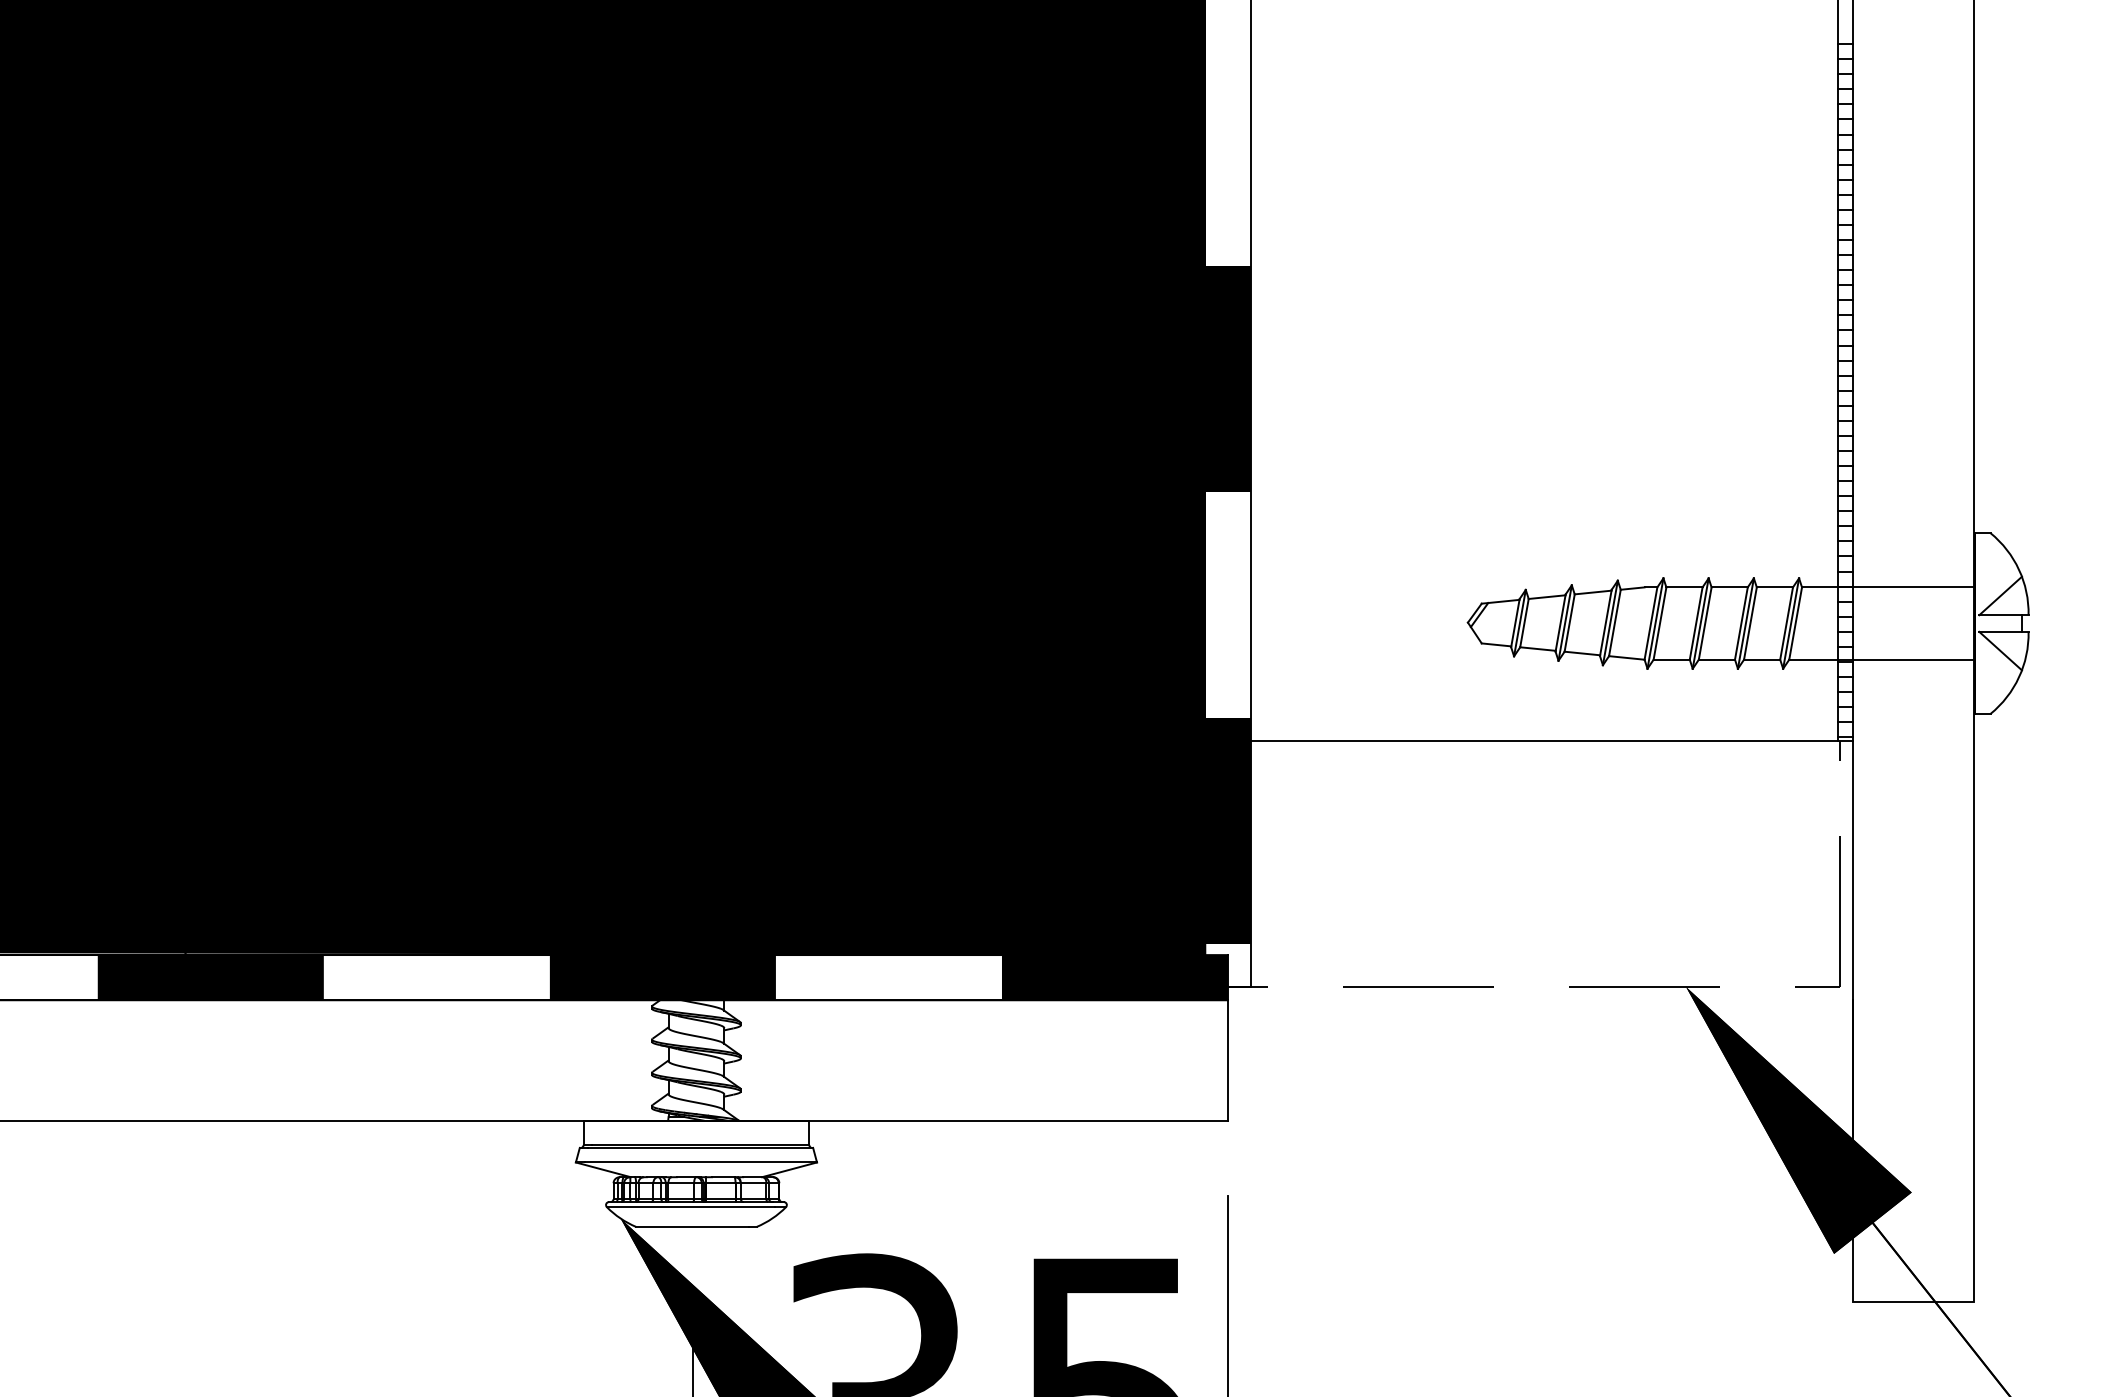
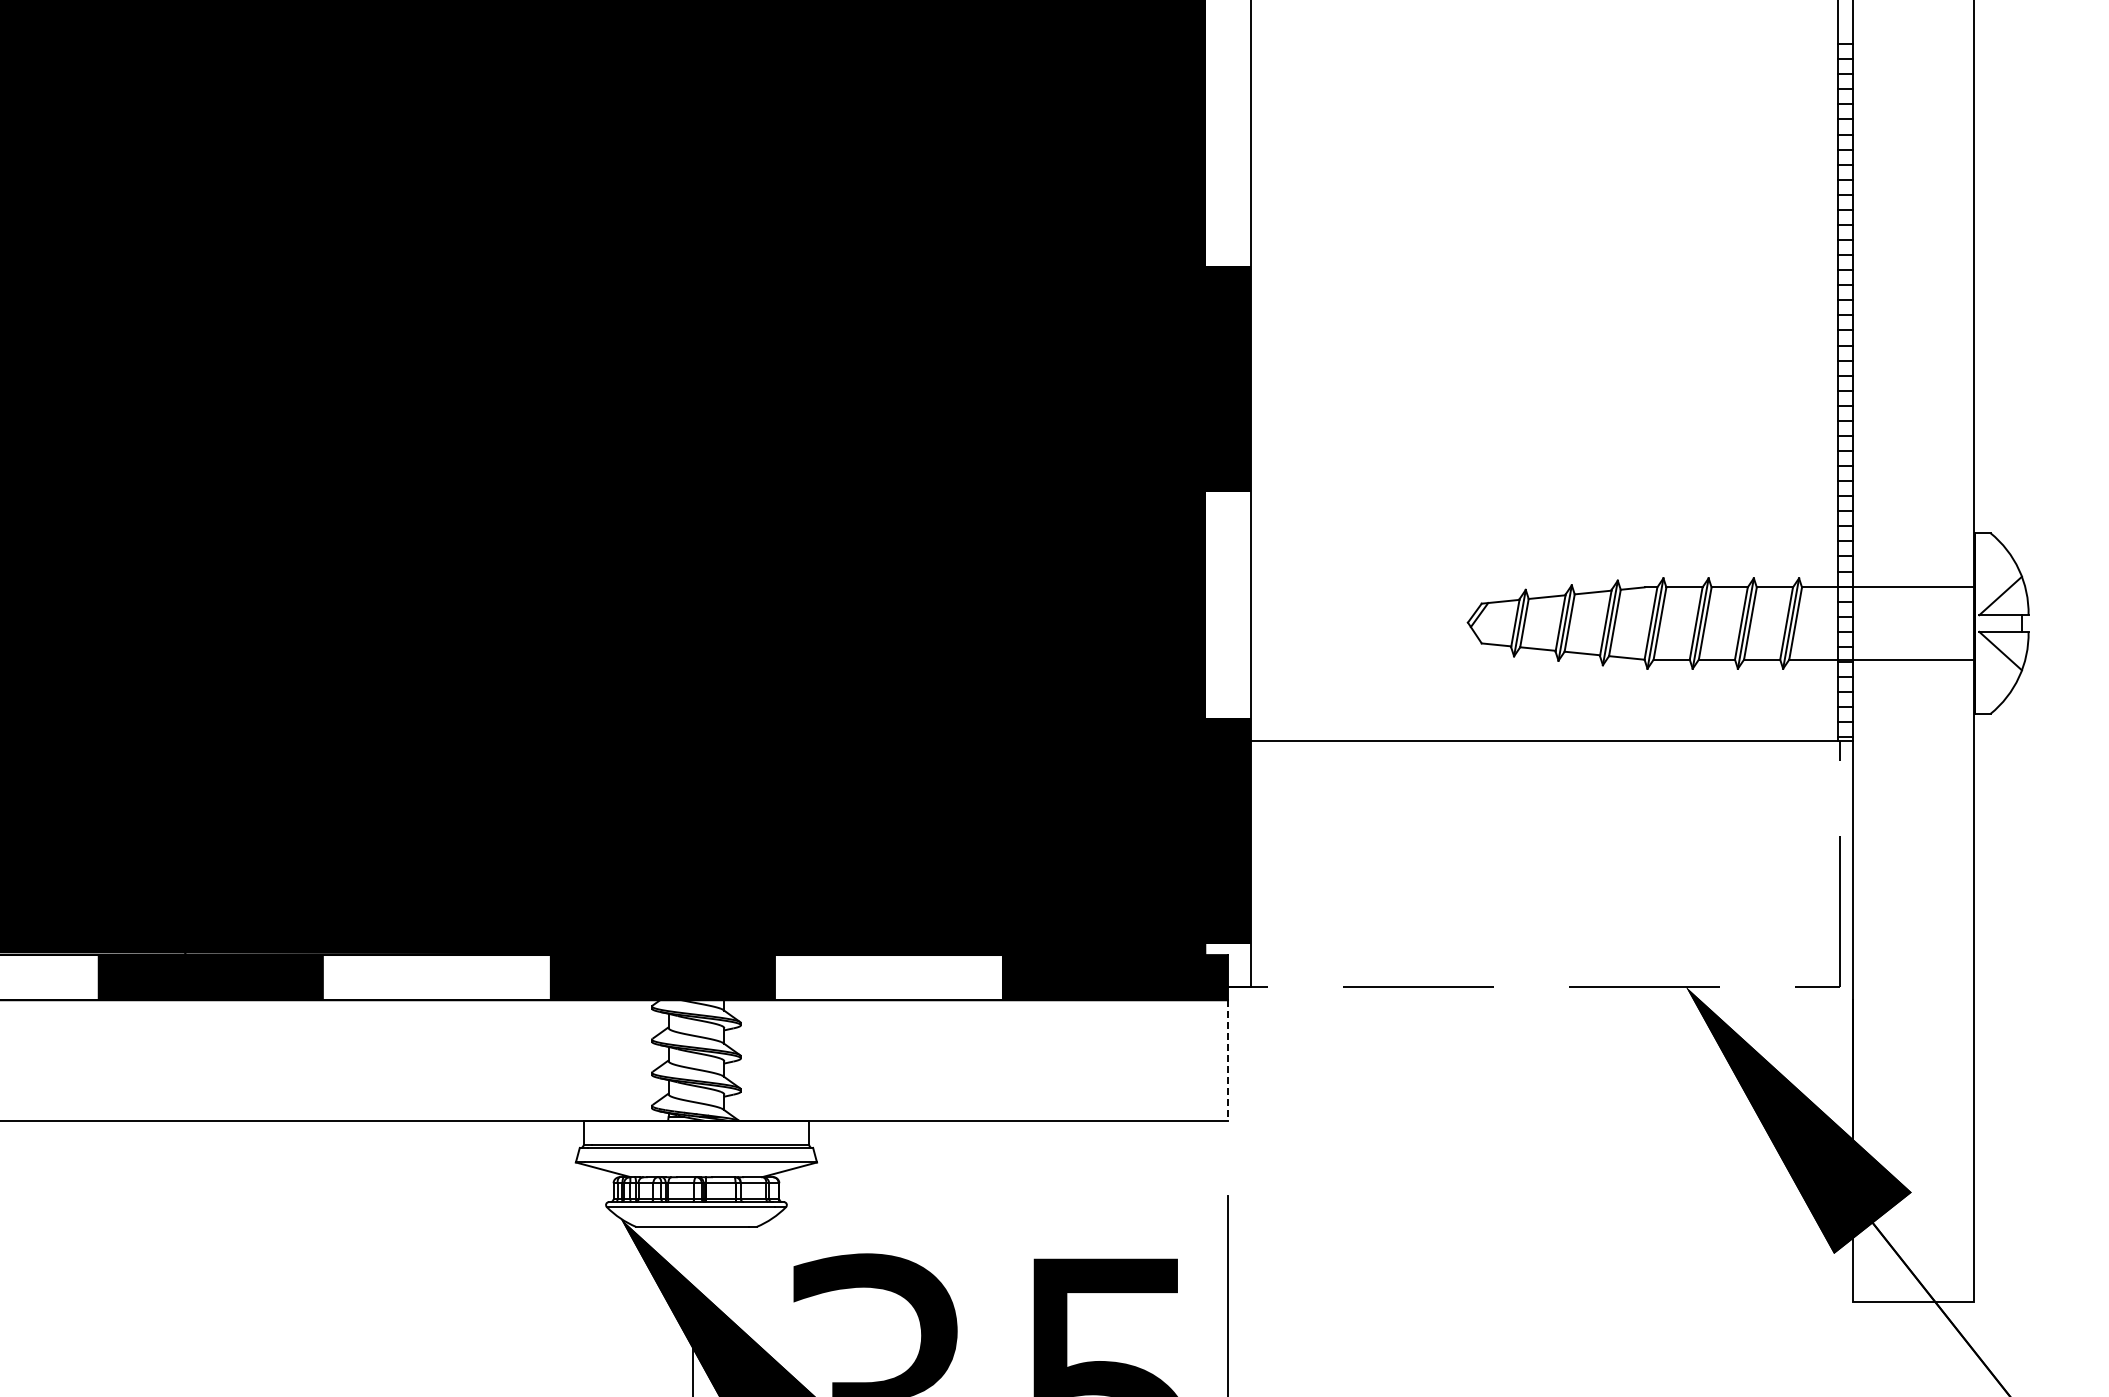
line at (1228, 1061): solid -> dashed
